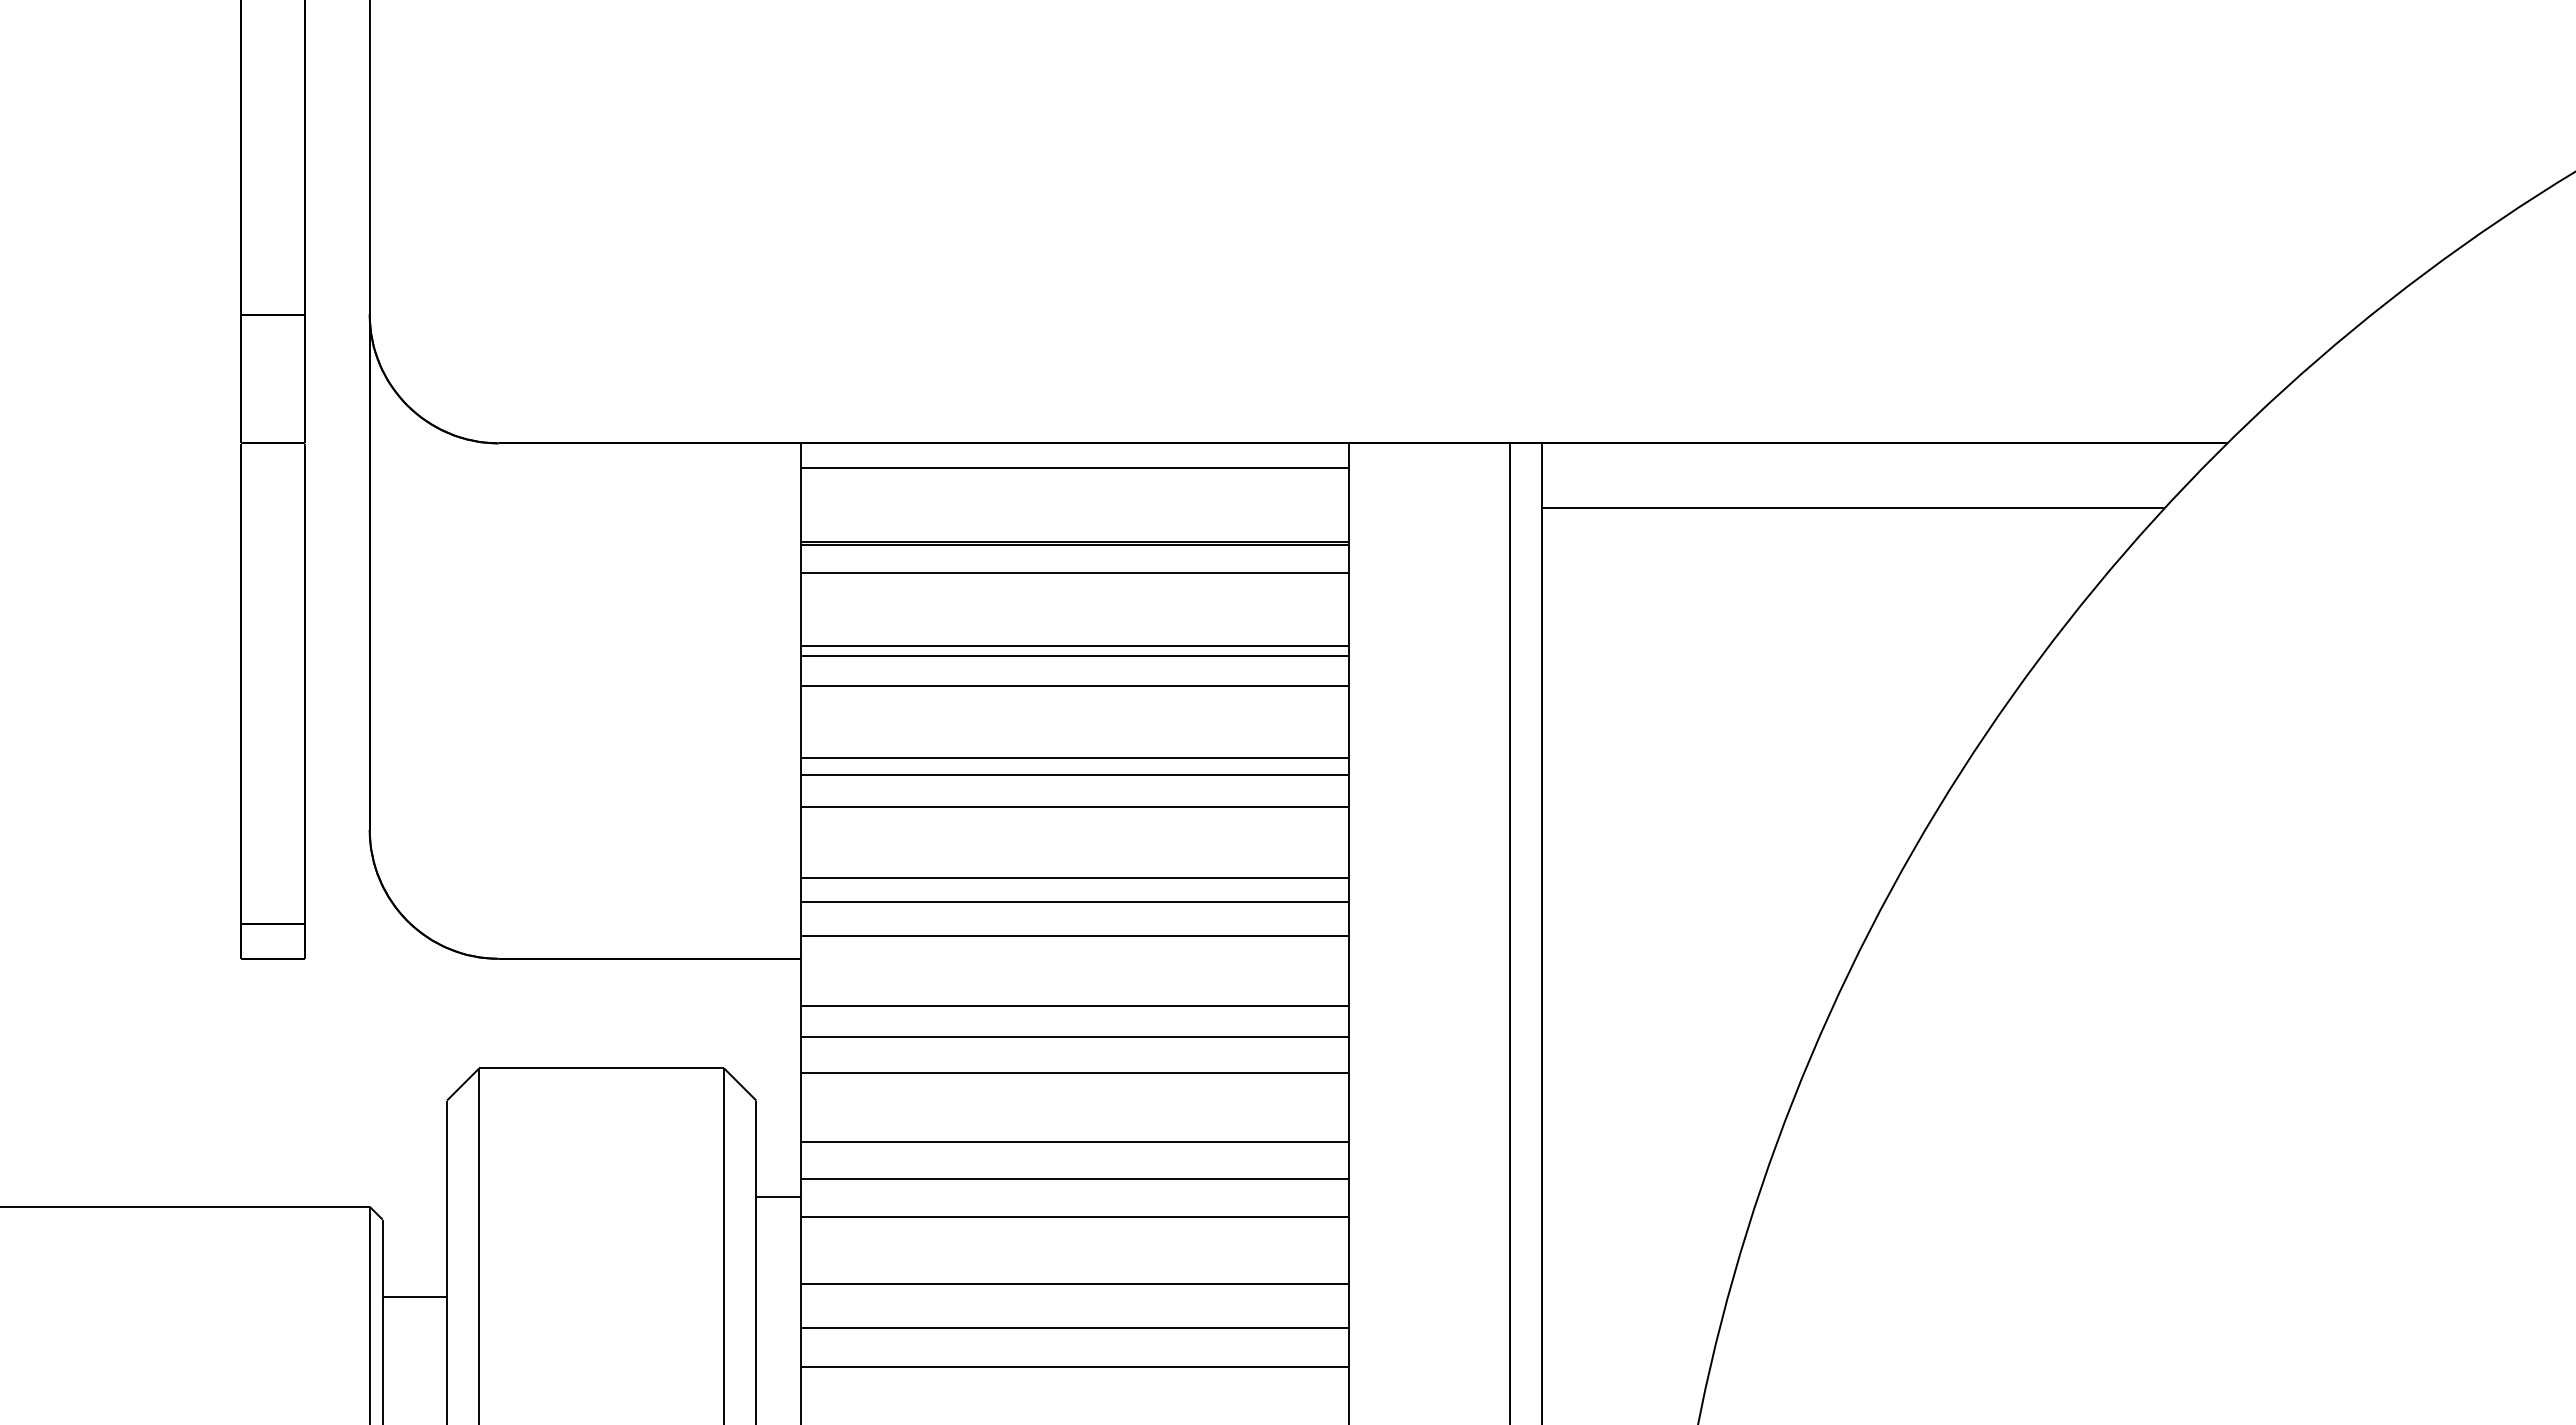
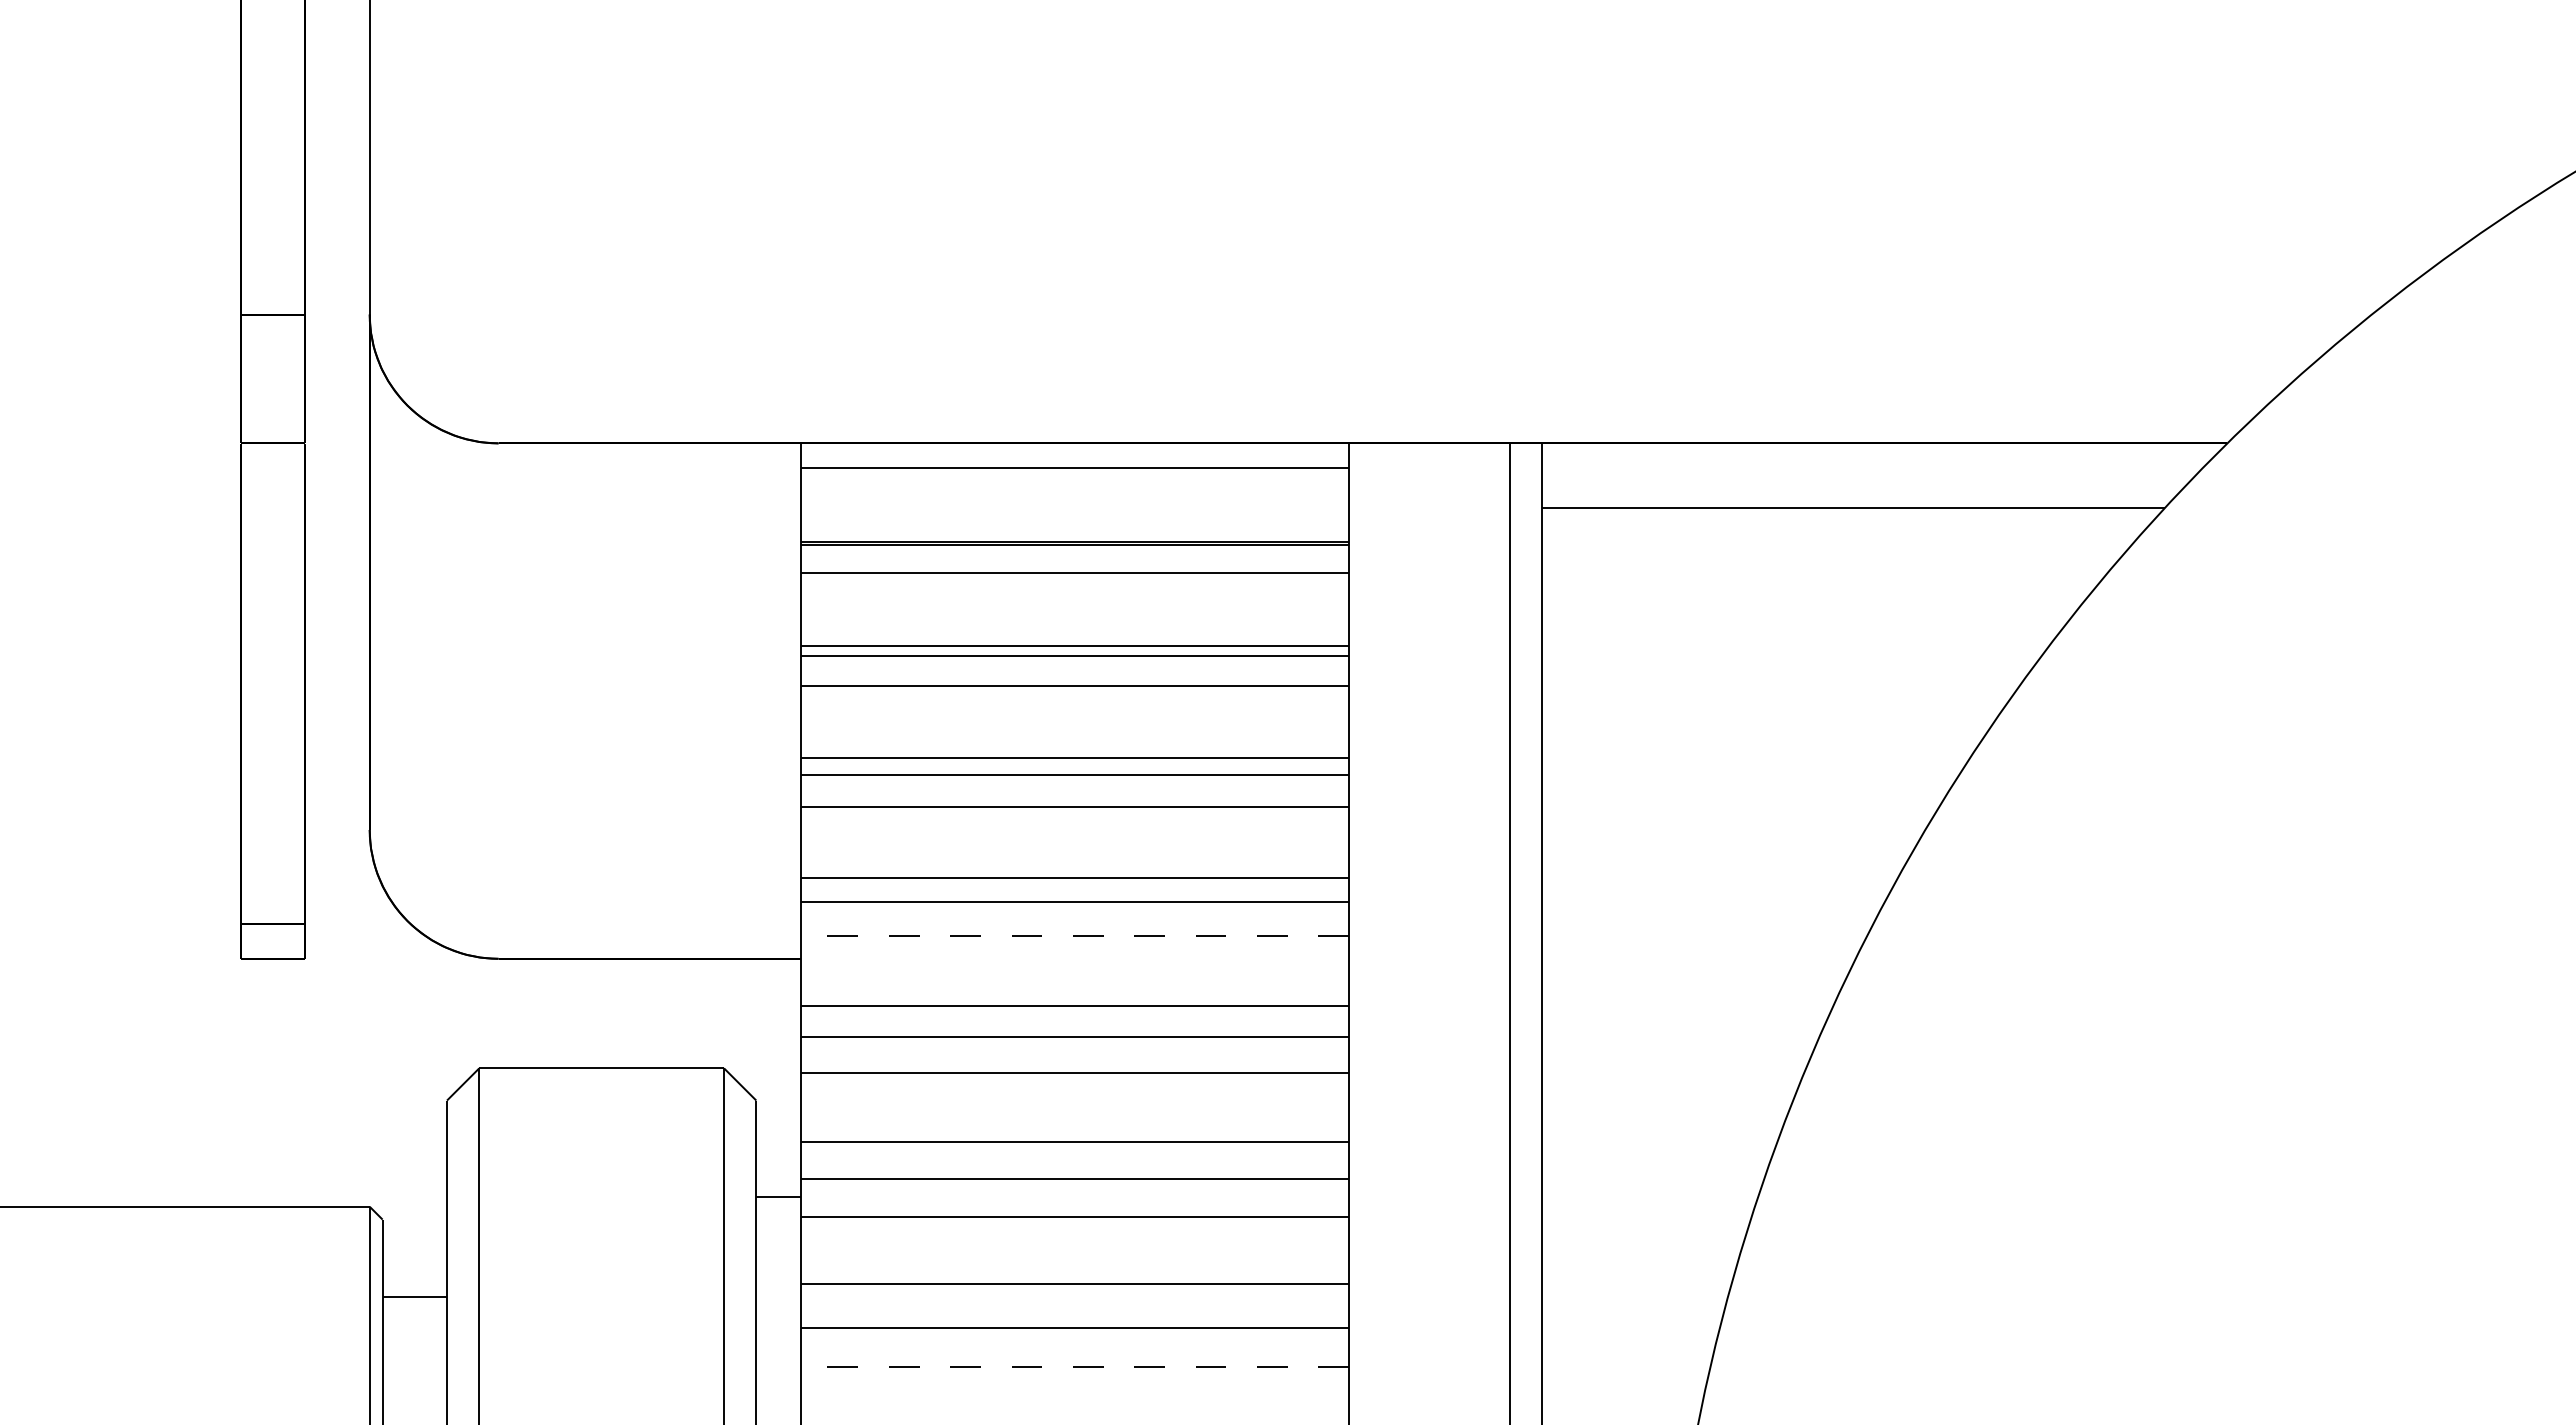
line at (1075, 936): solid -> dashed
line at (1075, 1367): solid -> dashed
